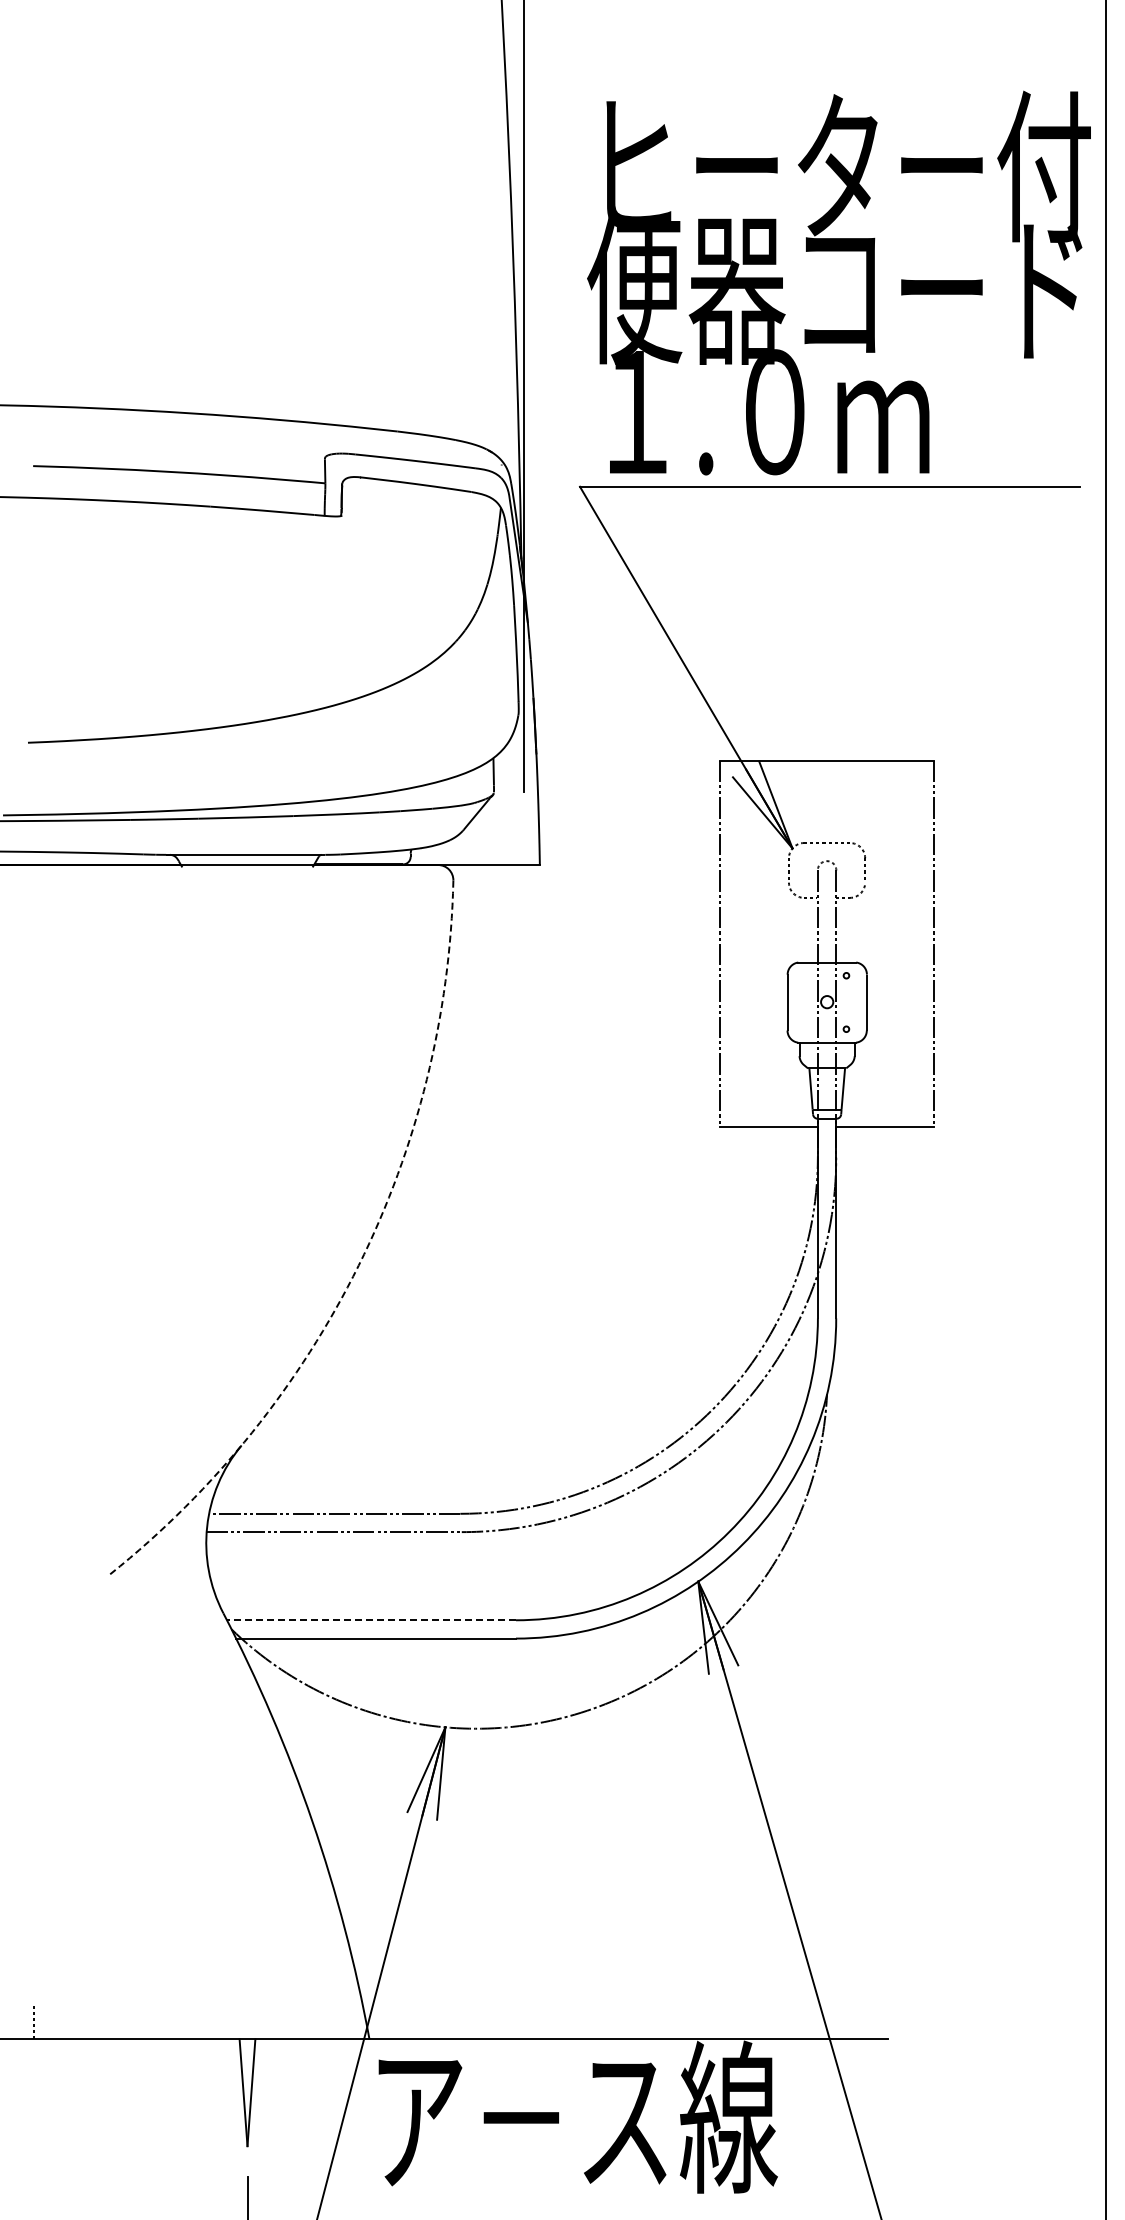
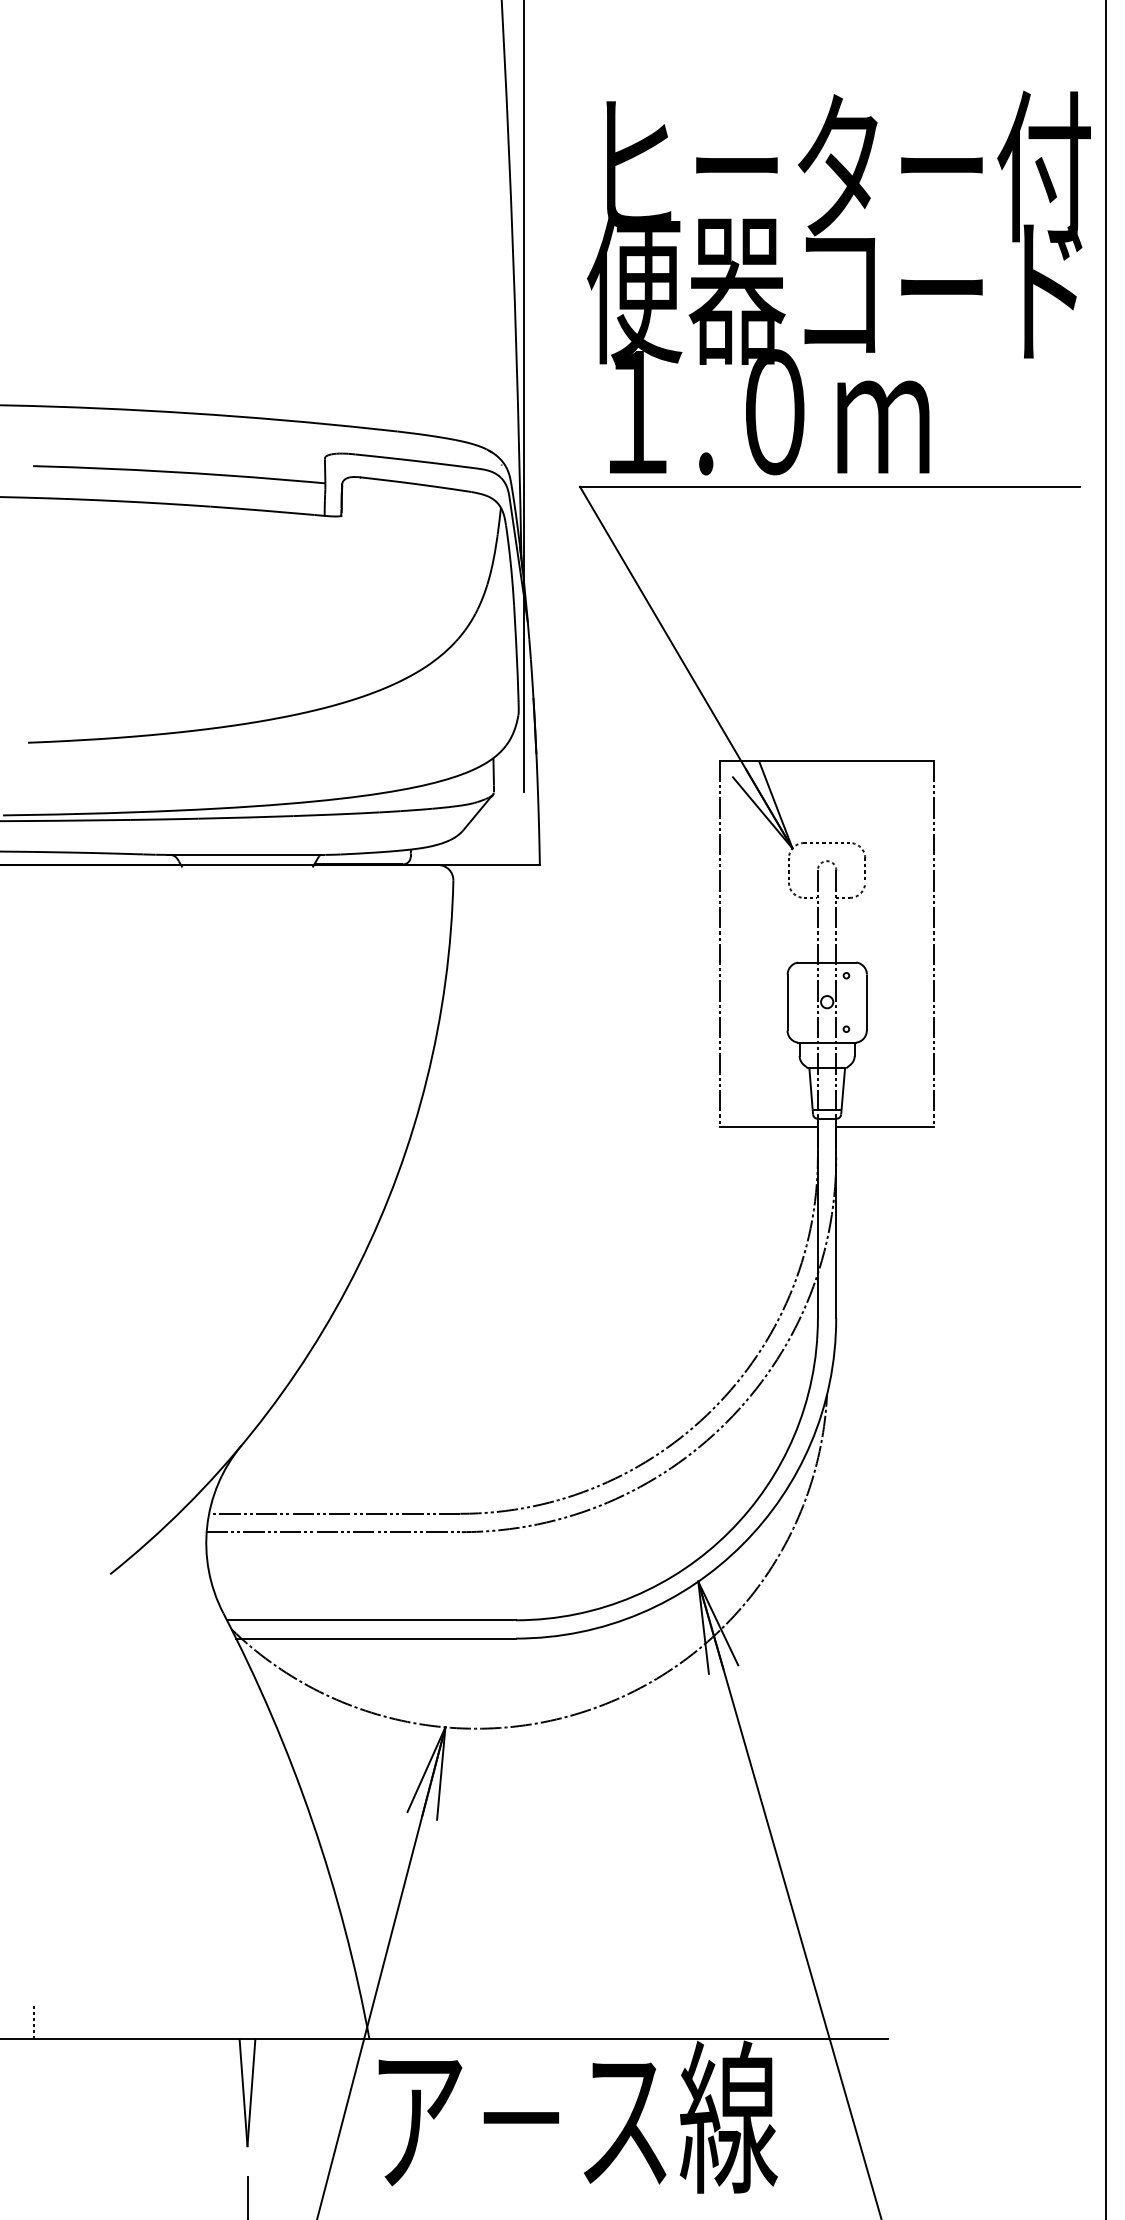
arc at (358, 1265): dashed -> solid
line at (371, 1620): dashed -> solid
